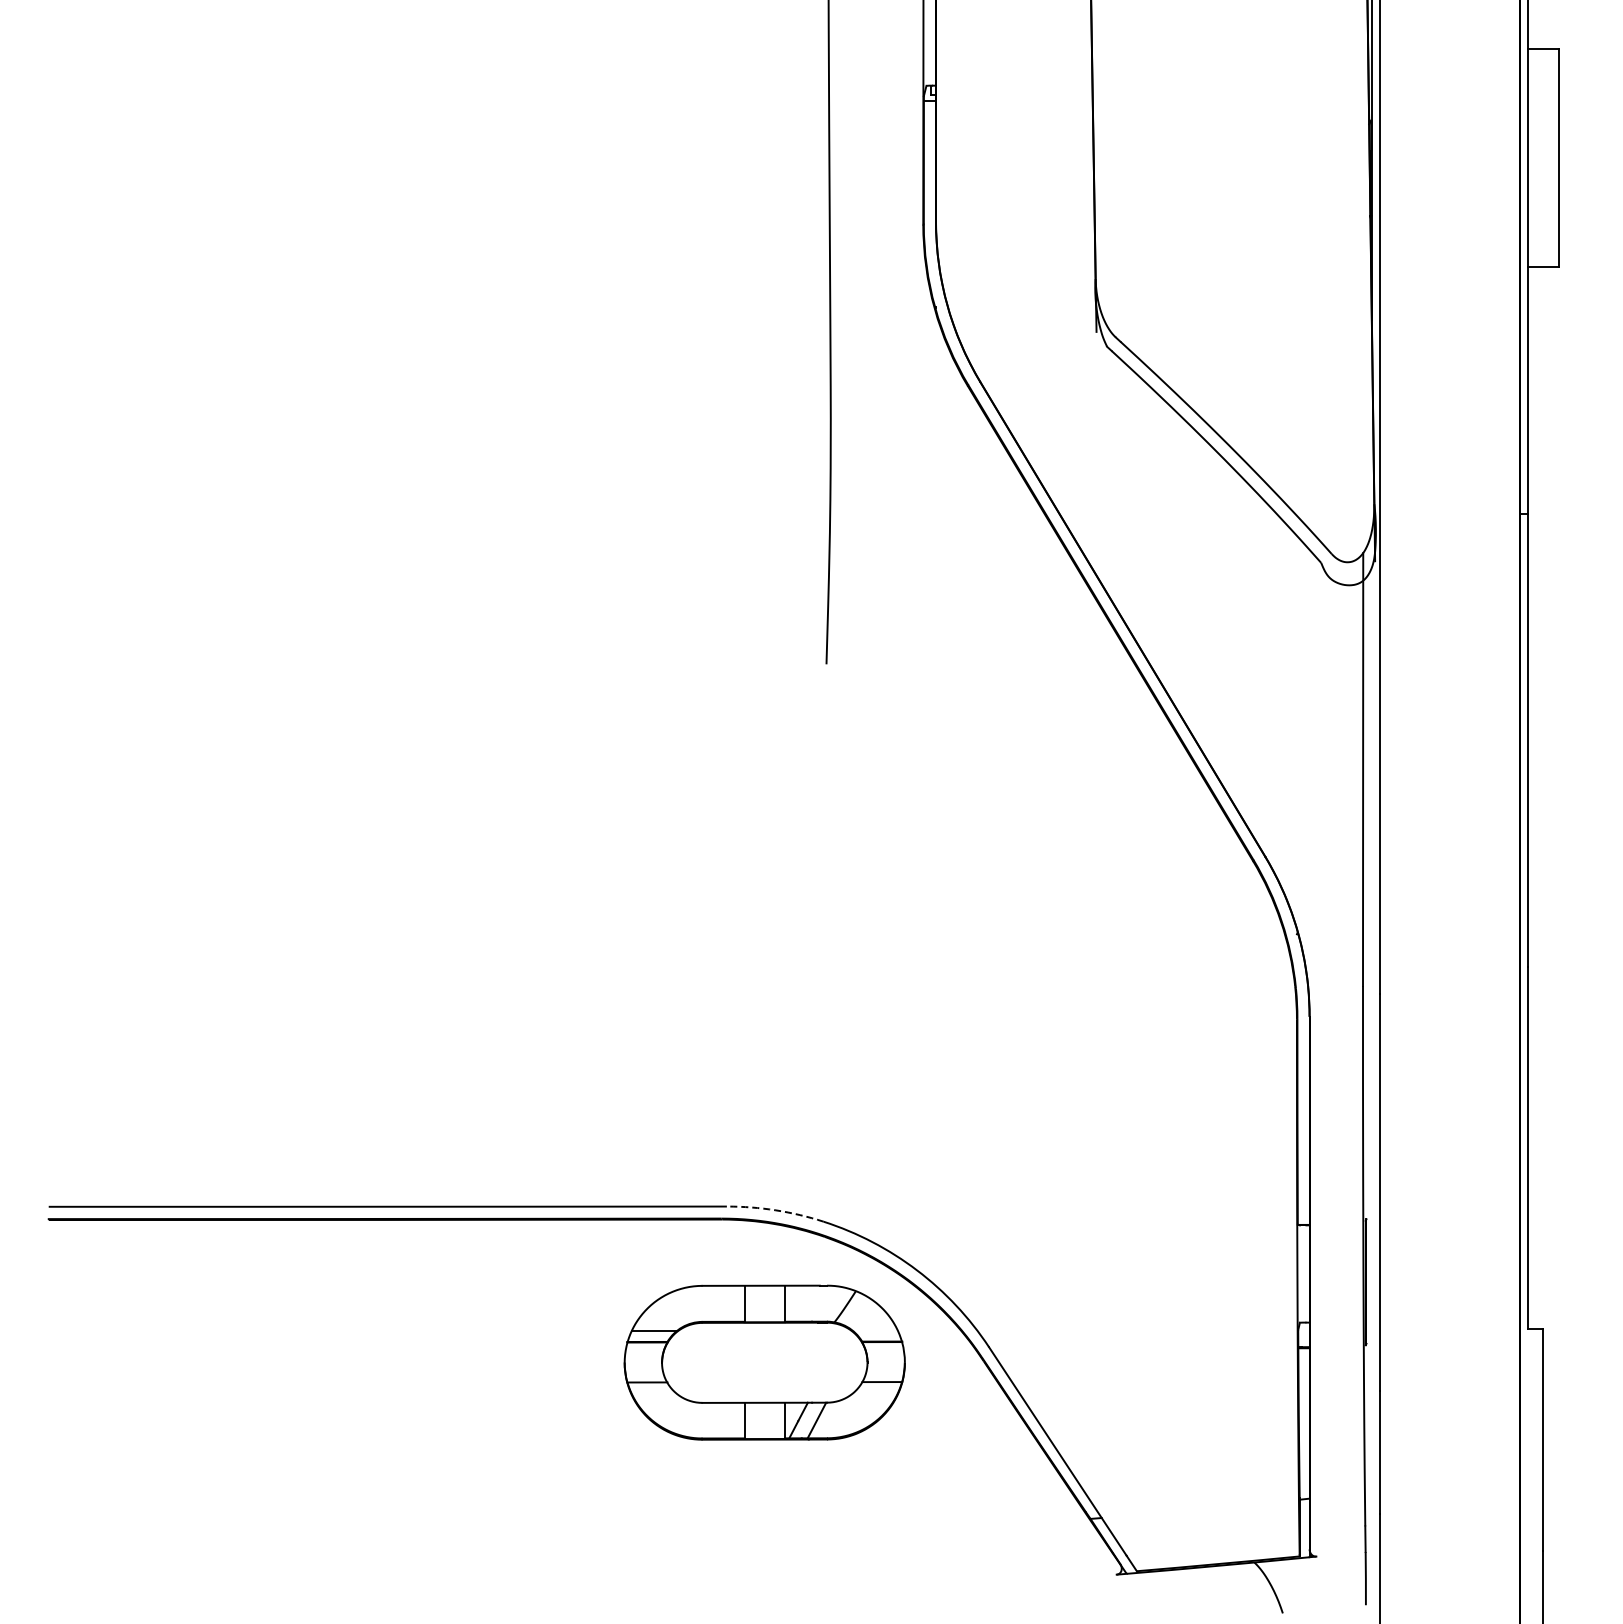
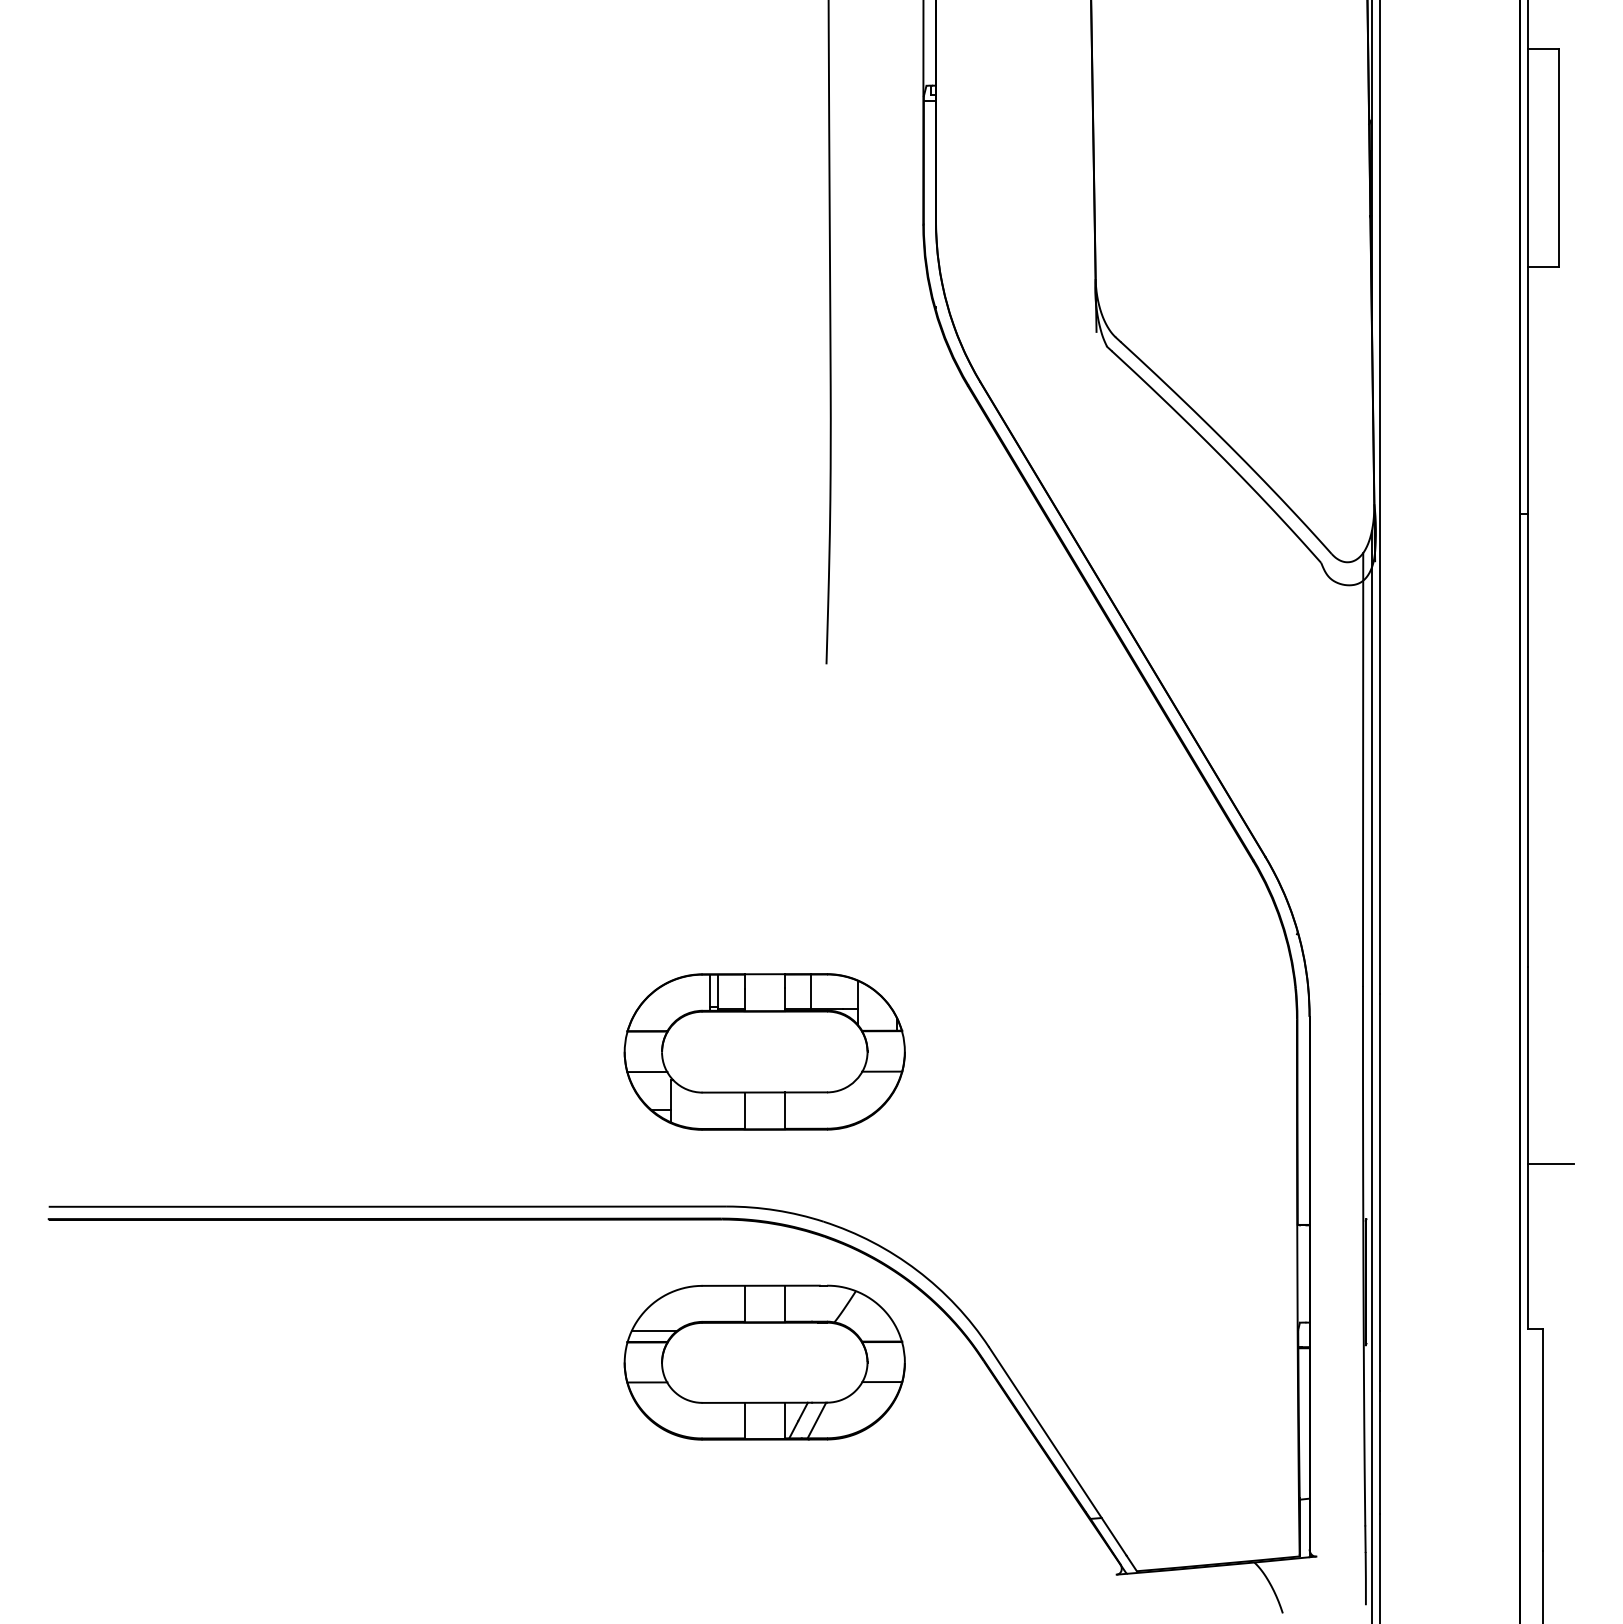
part at (764, 1051): none -> present
line at (1371, 1075): none -> present
line at (1550, 1164): none -> present
arc at (775, 1210): dashed -> solid
